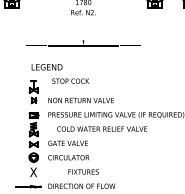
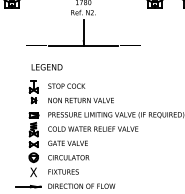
line at (83, 32): none -> present
text at (70, 80) position: (70, 80) -> (66, 85)
text at (102, 128) position: (102, 128) -> (93, 128)
text at (83, 171) position: (83, 171) -> (63, 171)
